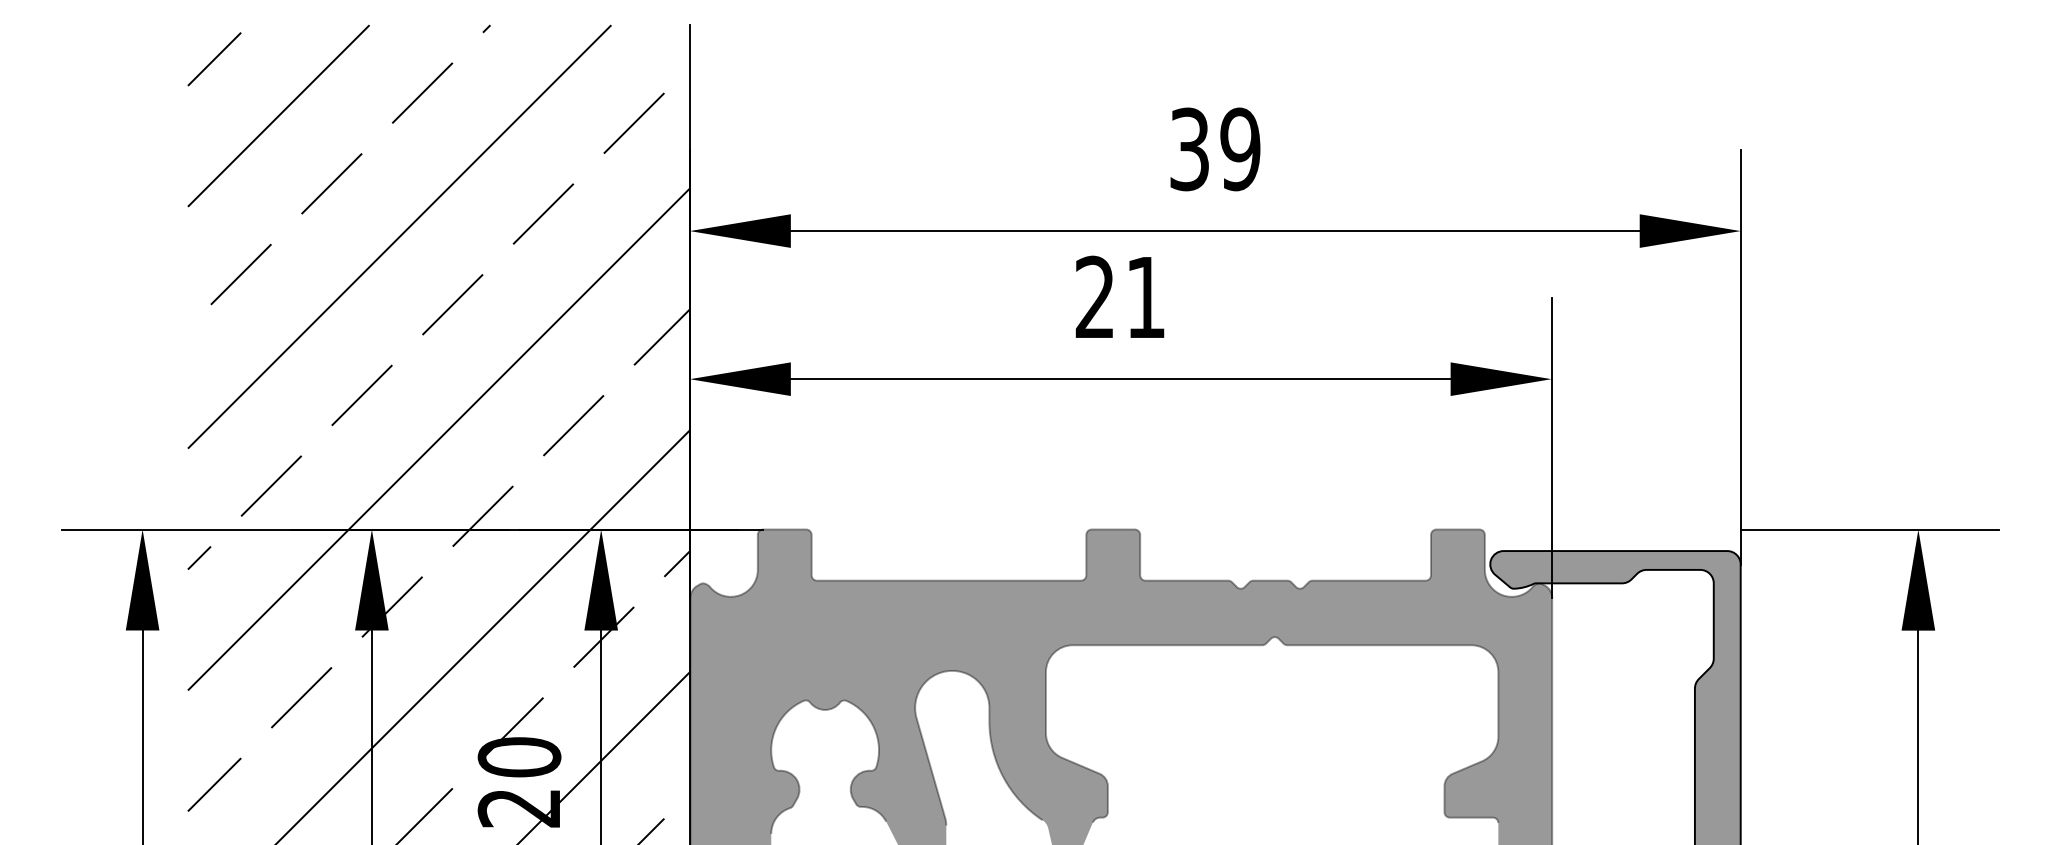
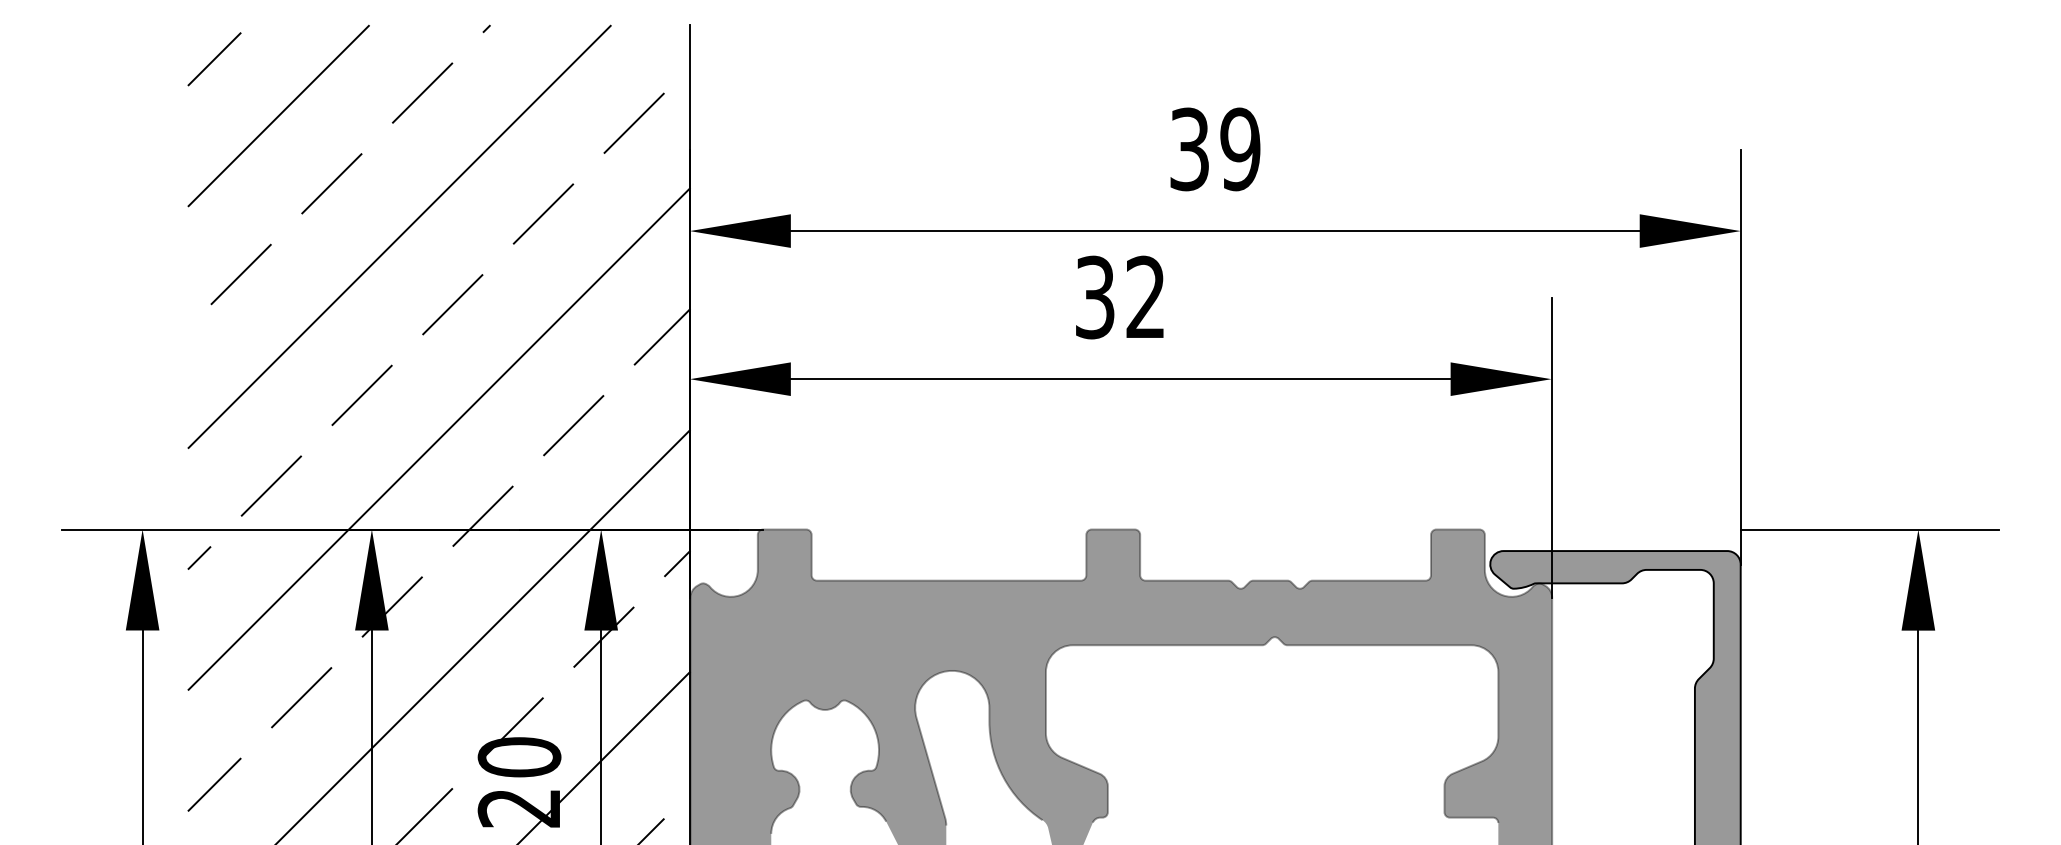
text at (1119, 297): 21 -> 32
